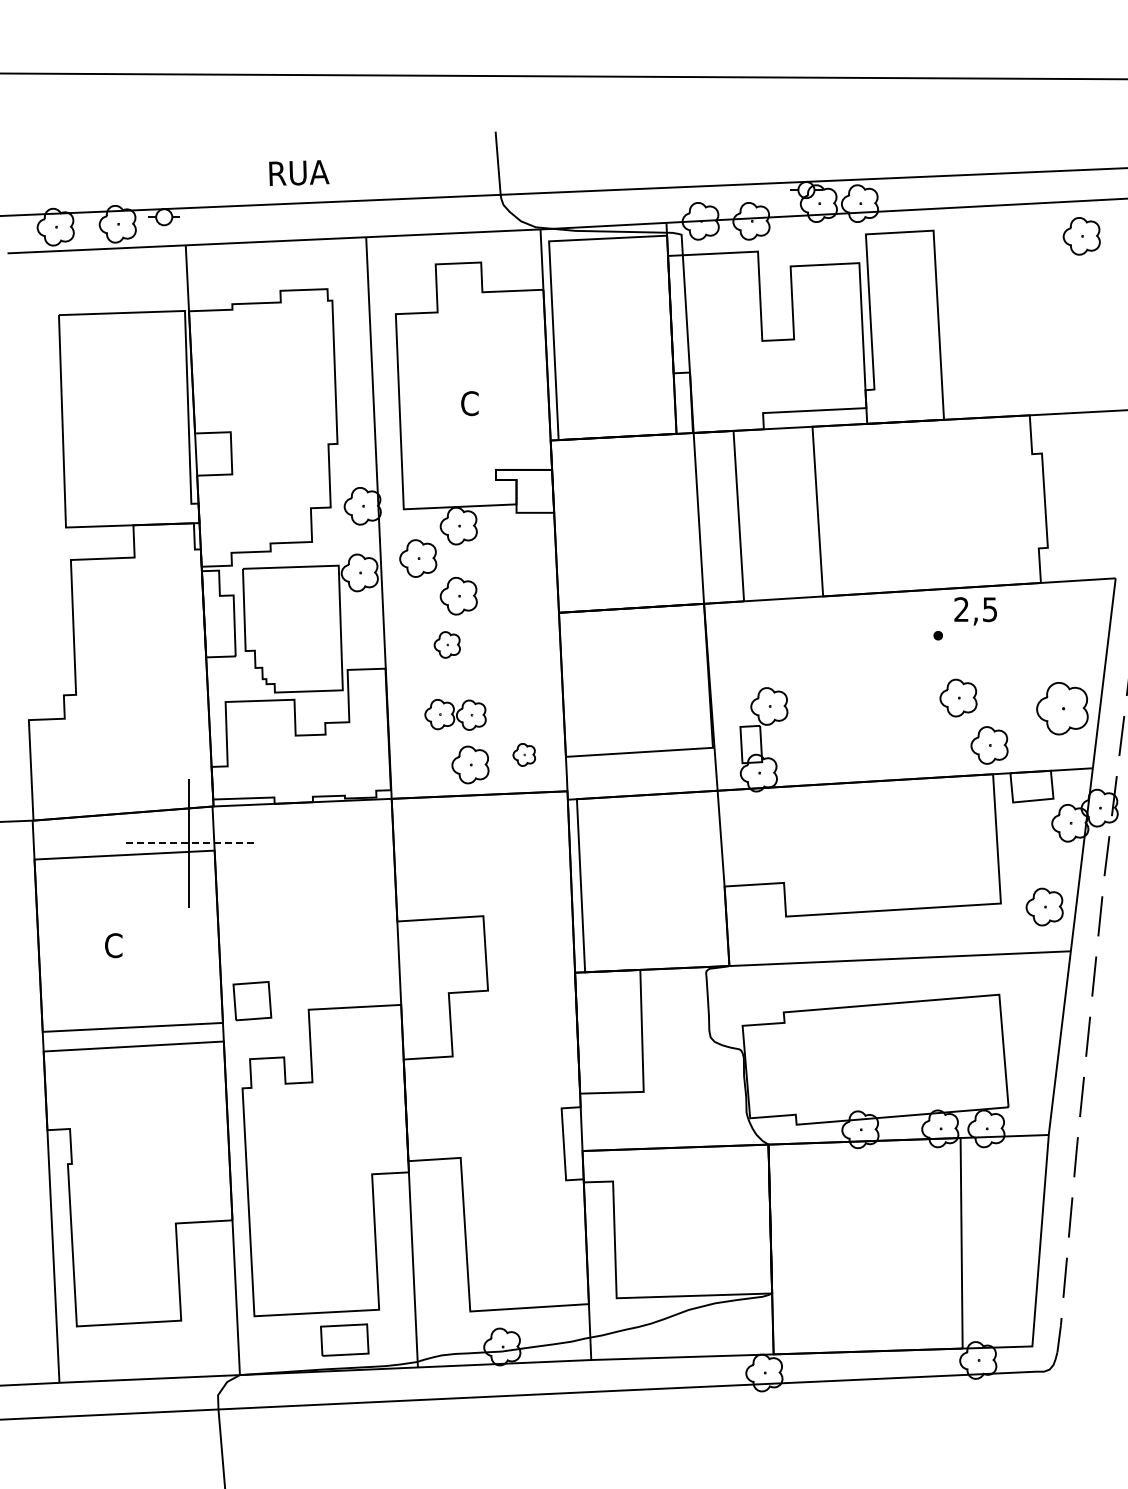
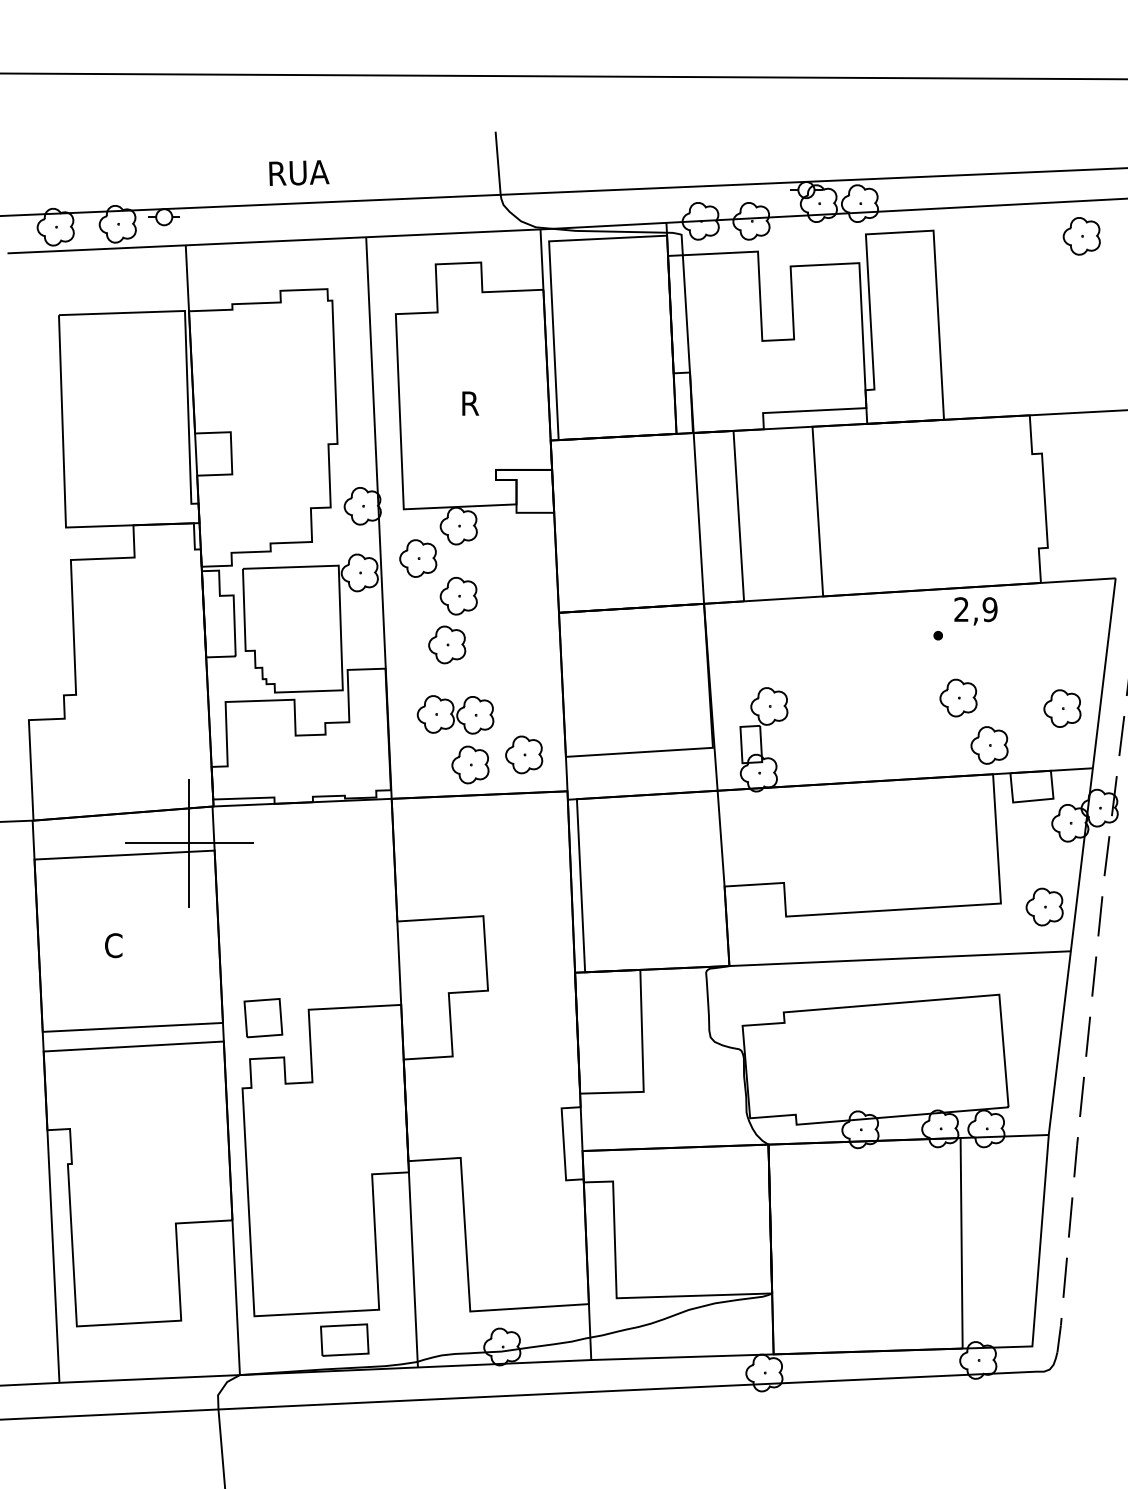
text at (470, 403): C -> R
text at (989, 609): 2,5 -> 2,9
part at (446, 644) size: 28x28 px -> 39x40 px
part at (1062, 708) size: 53x54 px -> 39x39 px
part at (455, 714) size: 63x32 px -> 79x40 px
part at (524, 754) size: 25x24 px -> 39x40 px
line at (189, 843): dashed -> solid
part at (252, 1001) position: (252, 1001) -> (263, 1018)
